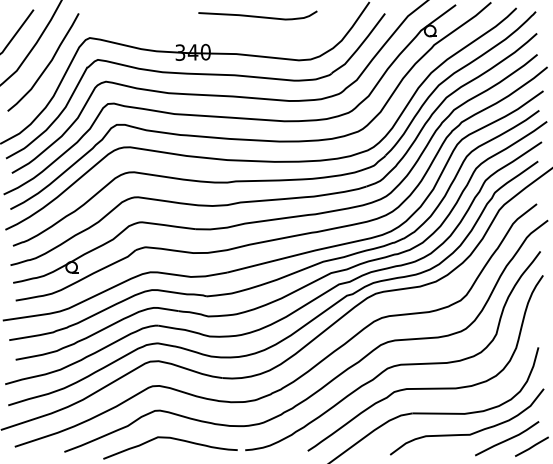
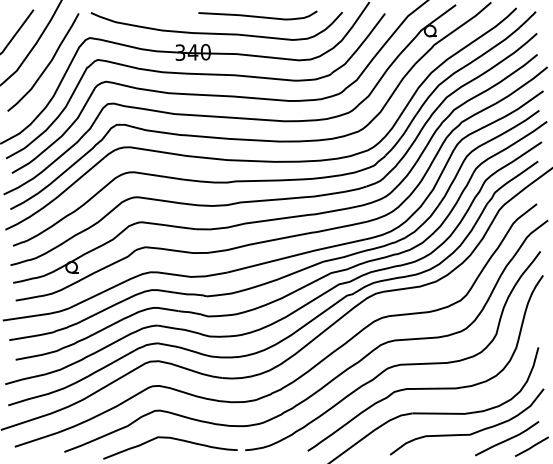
curve at (215, 32): none -> present
